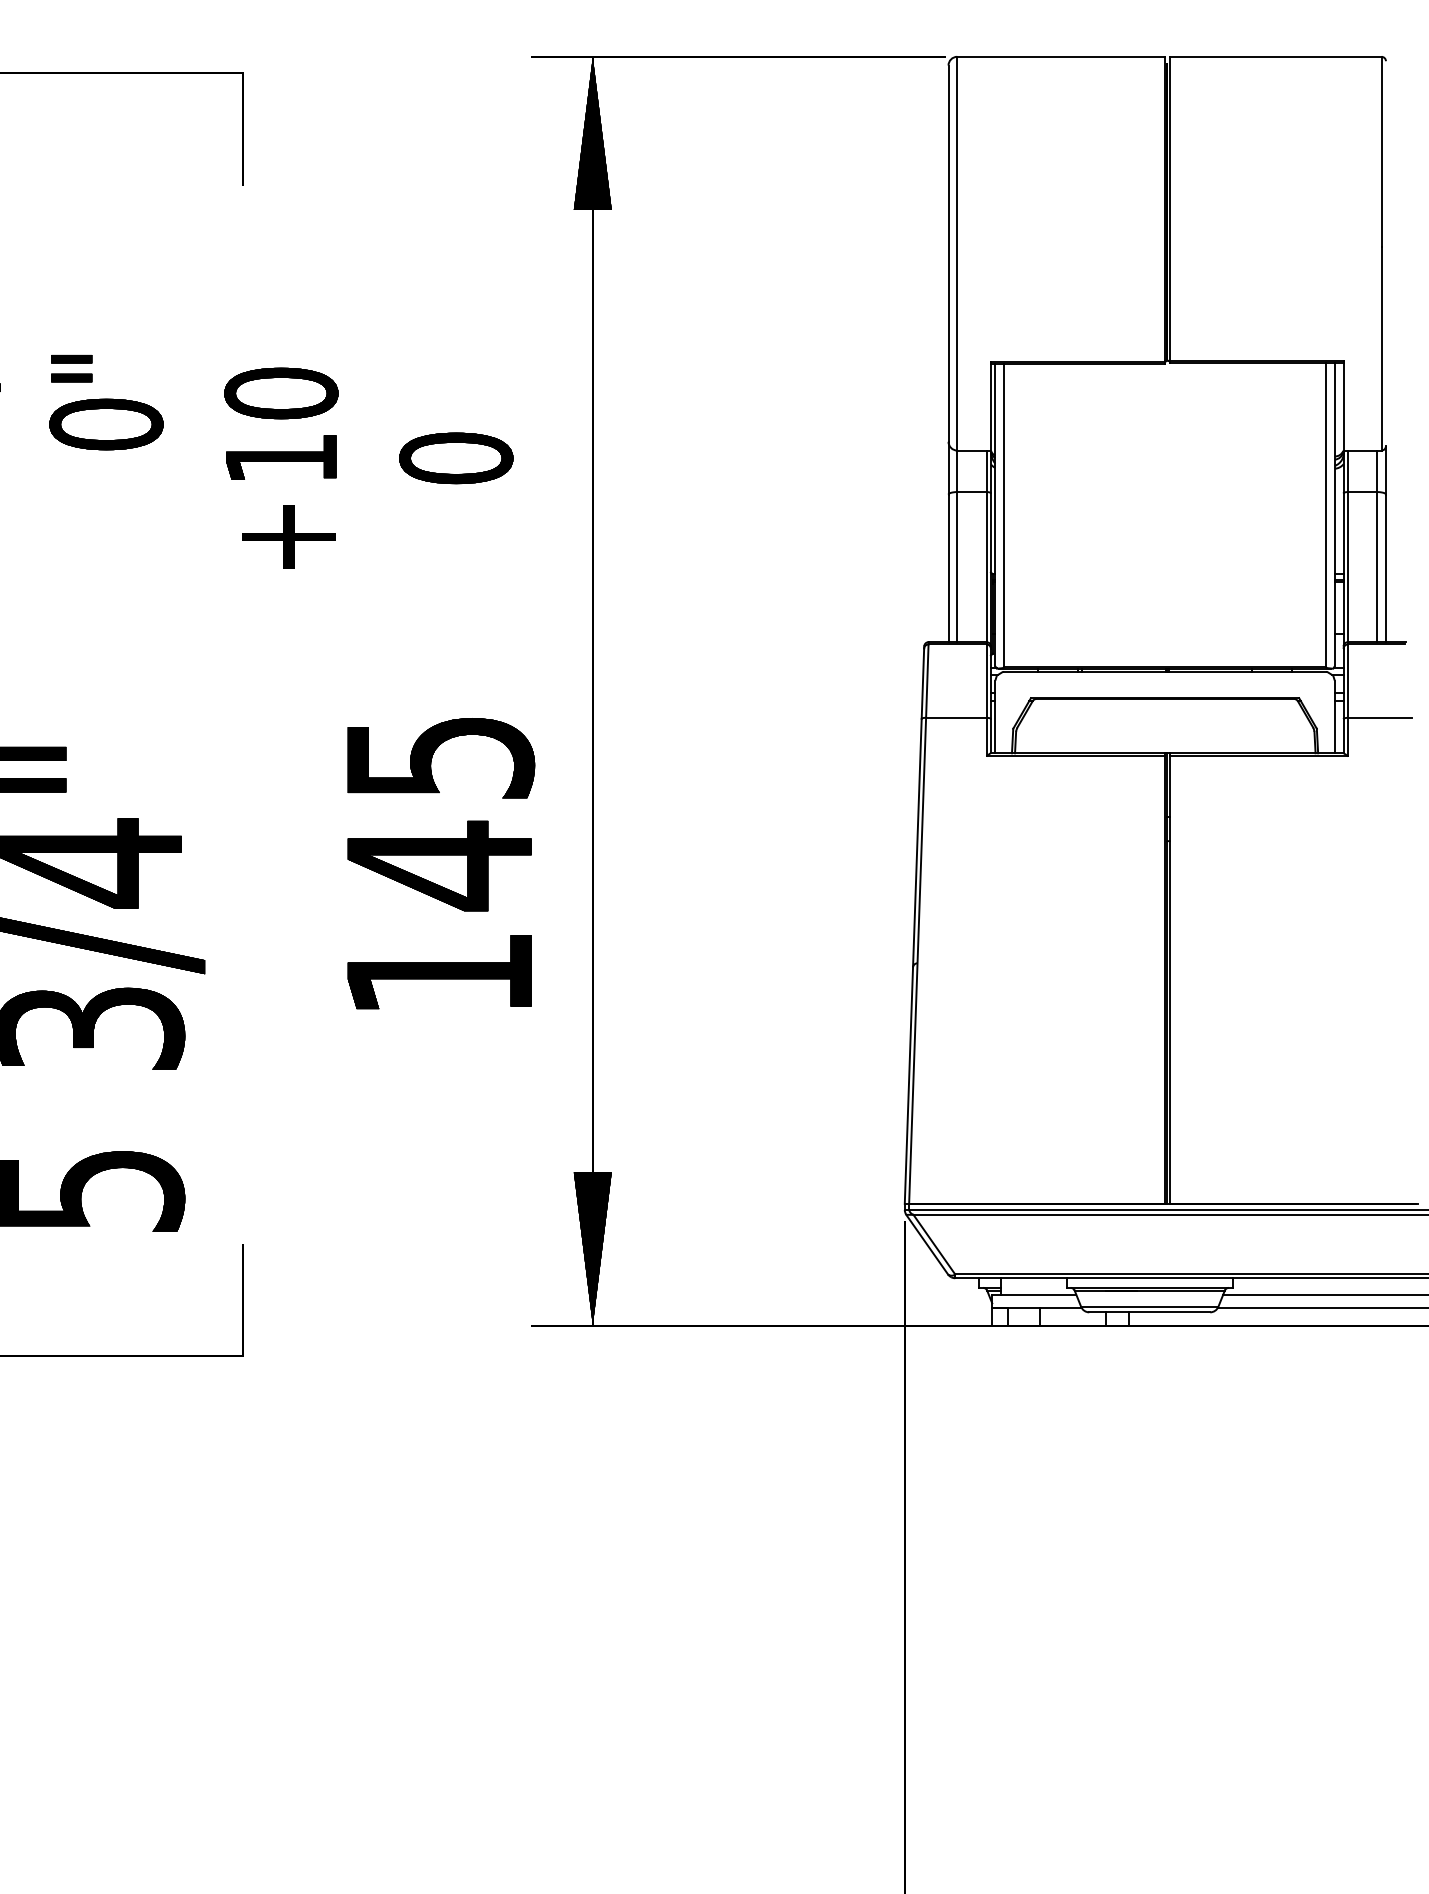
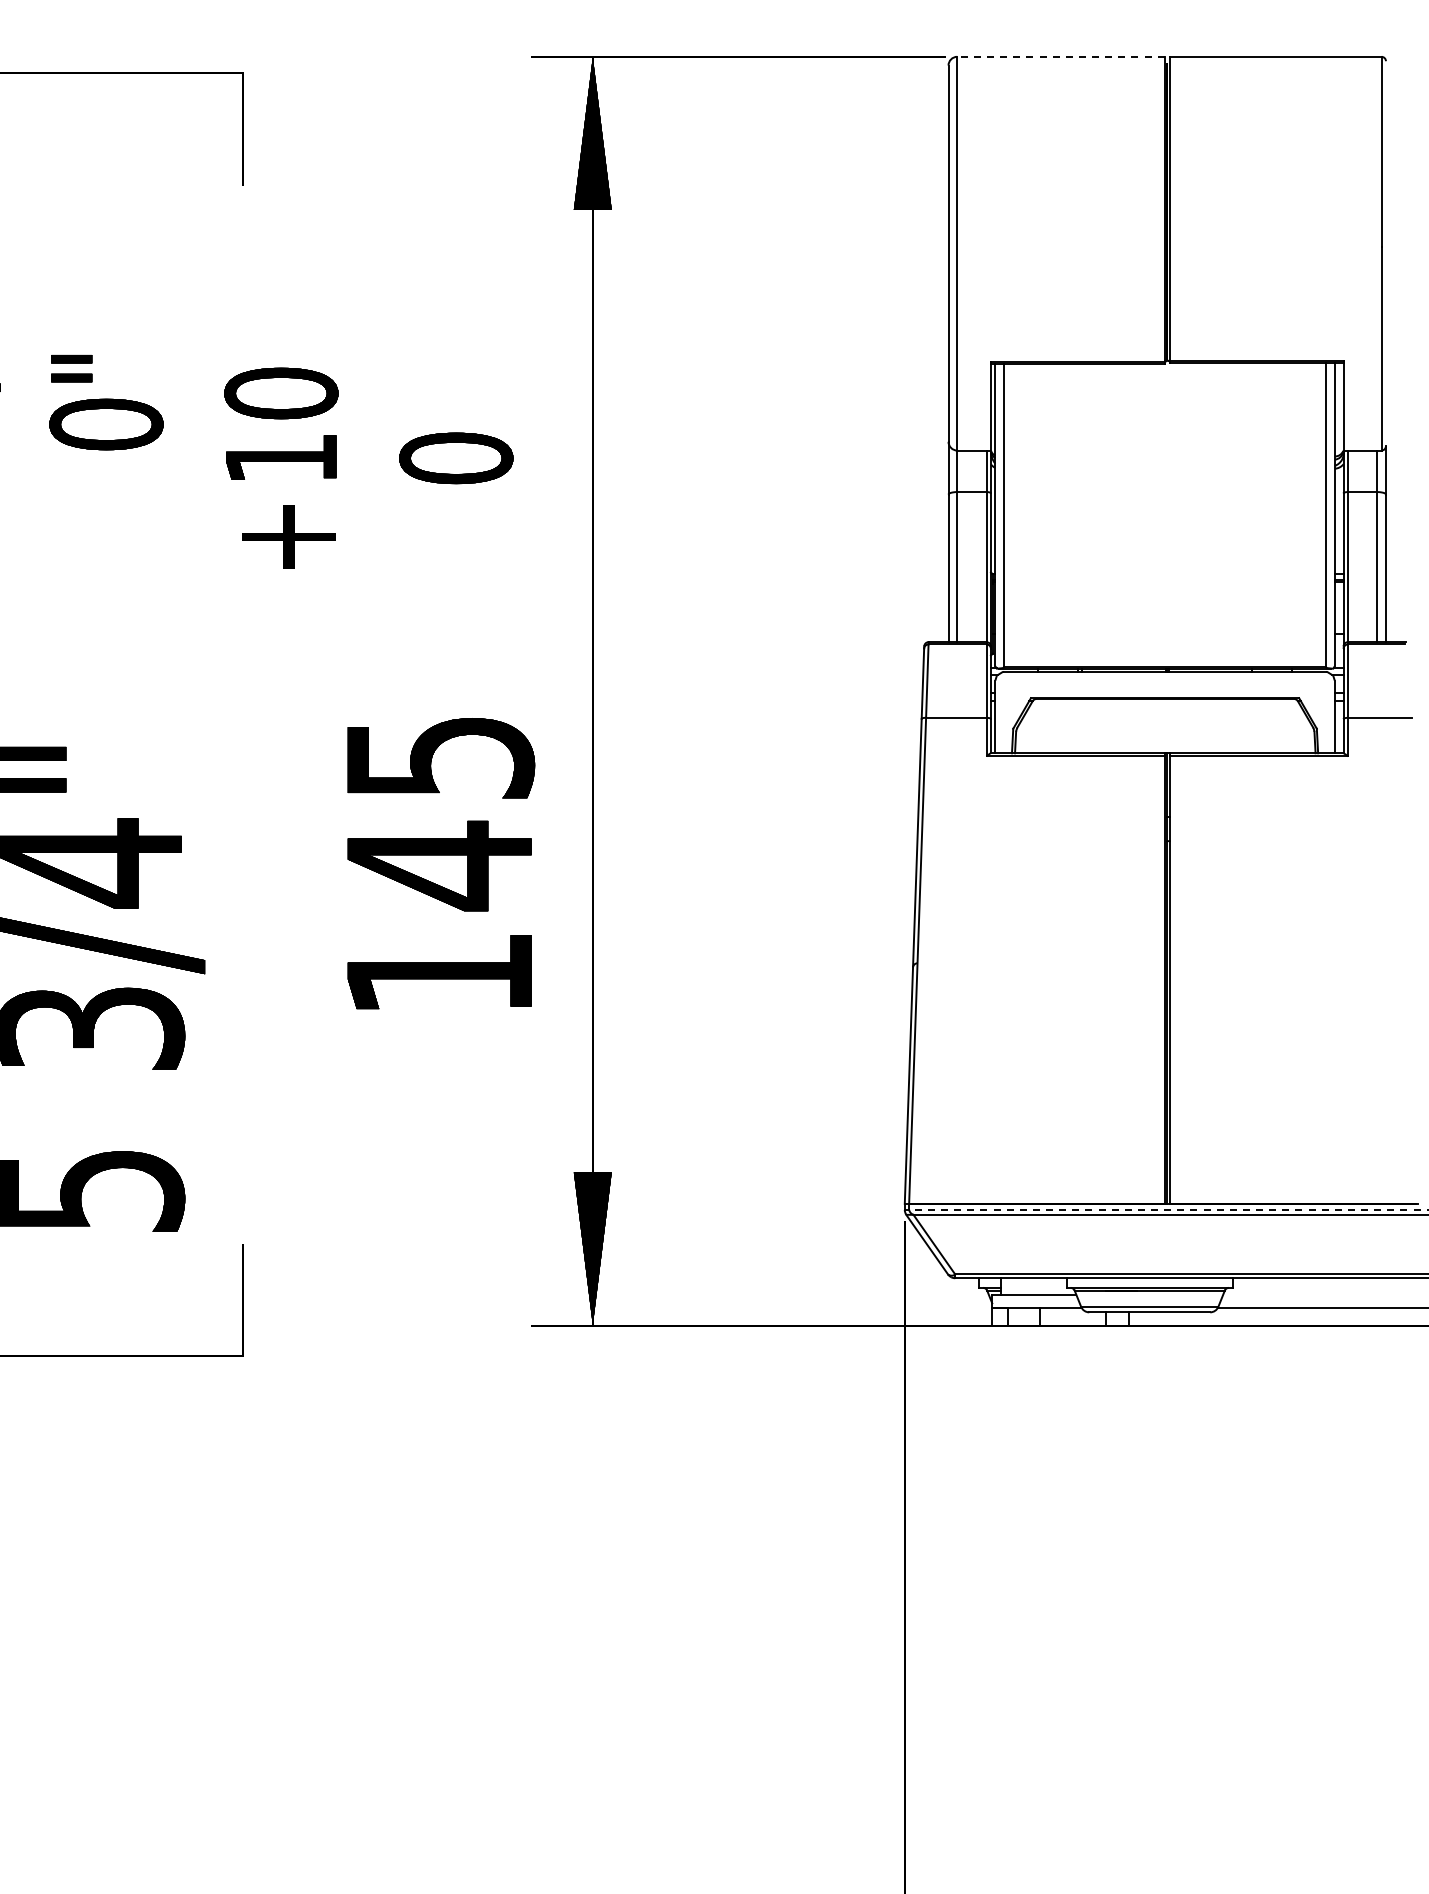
line at (1060, 56): solid -> dashed
line at (1168, 1209): solid -> dashed
line at (1324, 1294): present -> none
